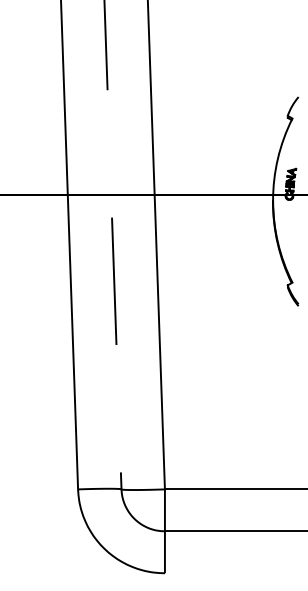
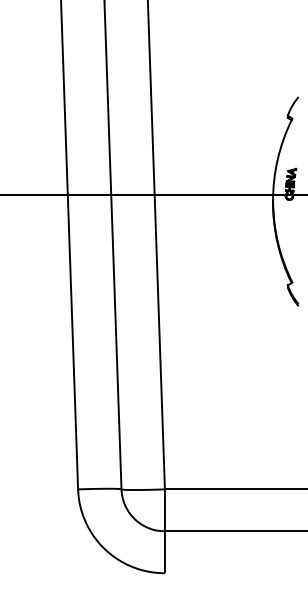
line at (113, 245): dashed -> solid
